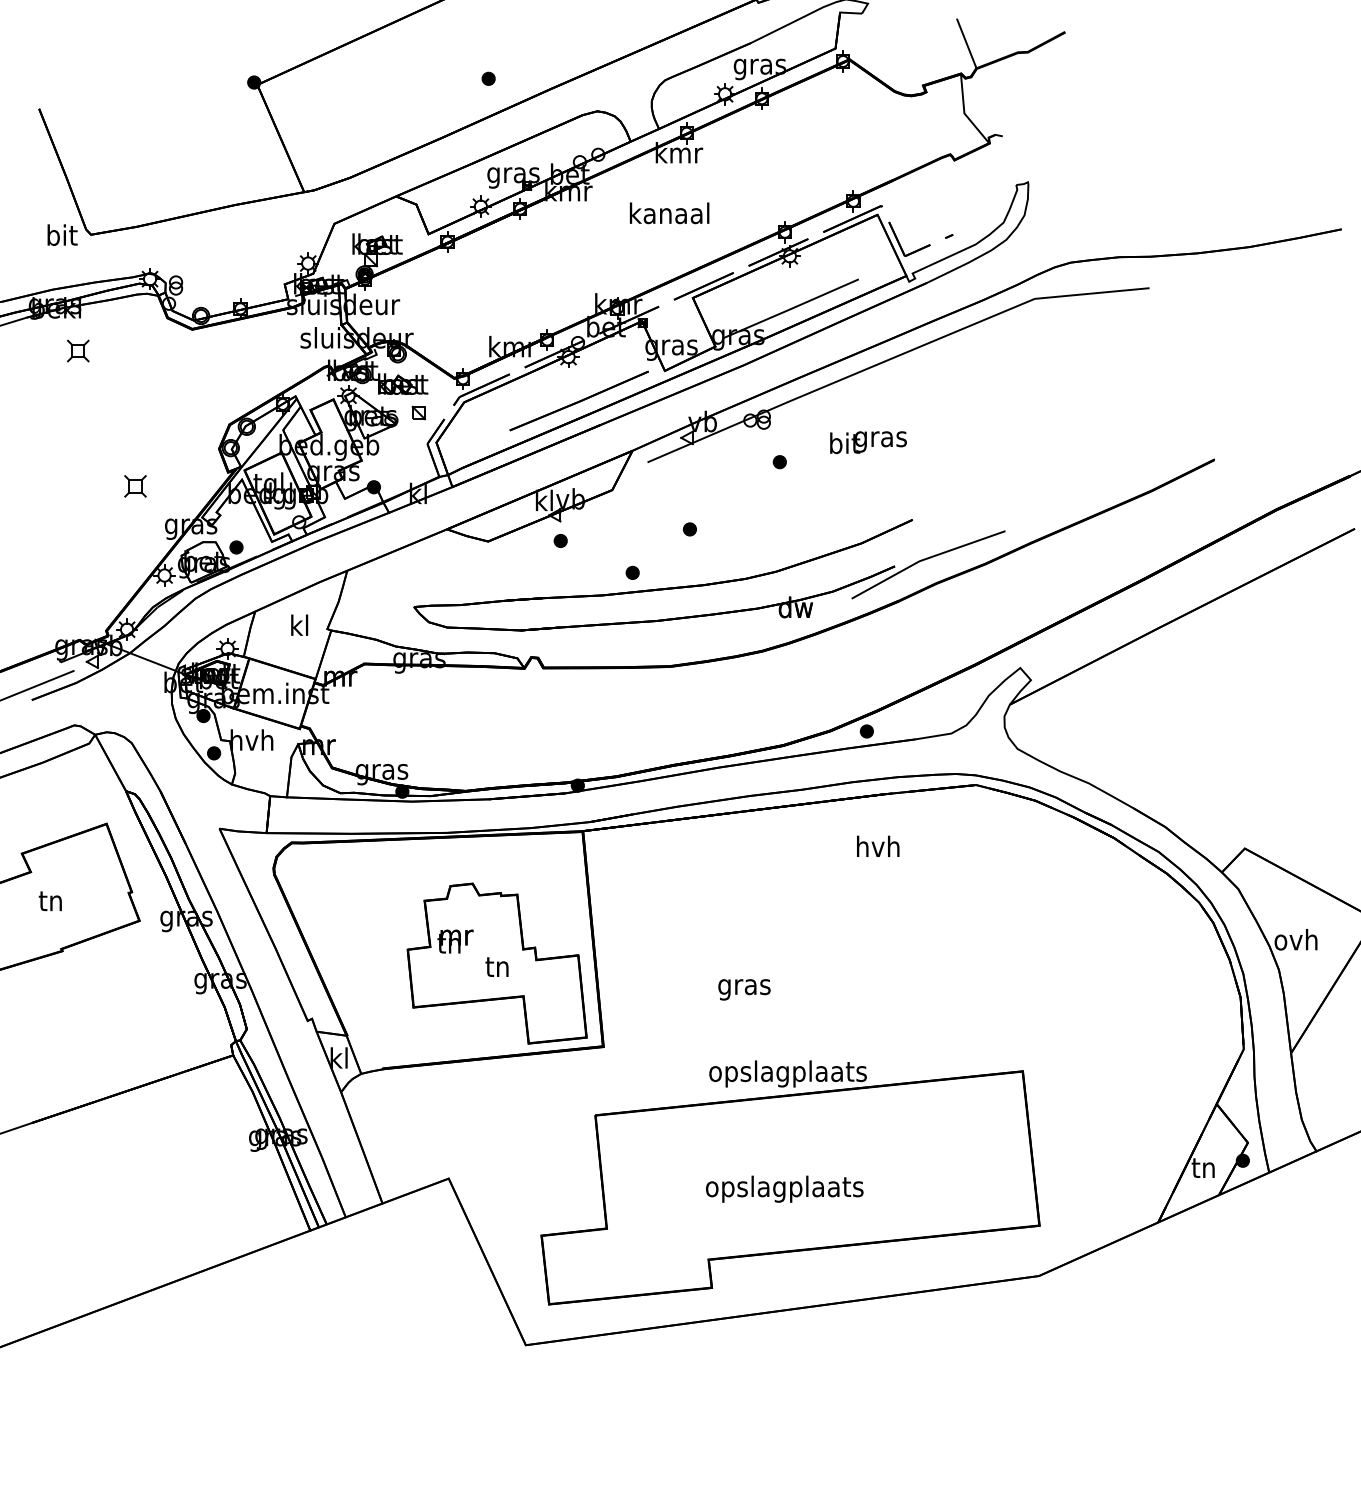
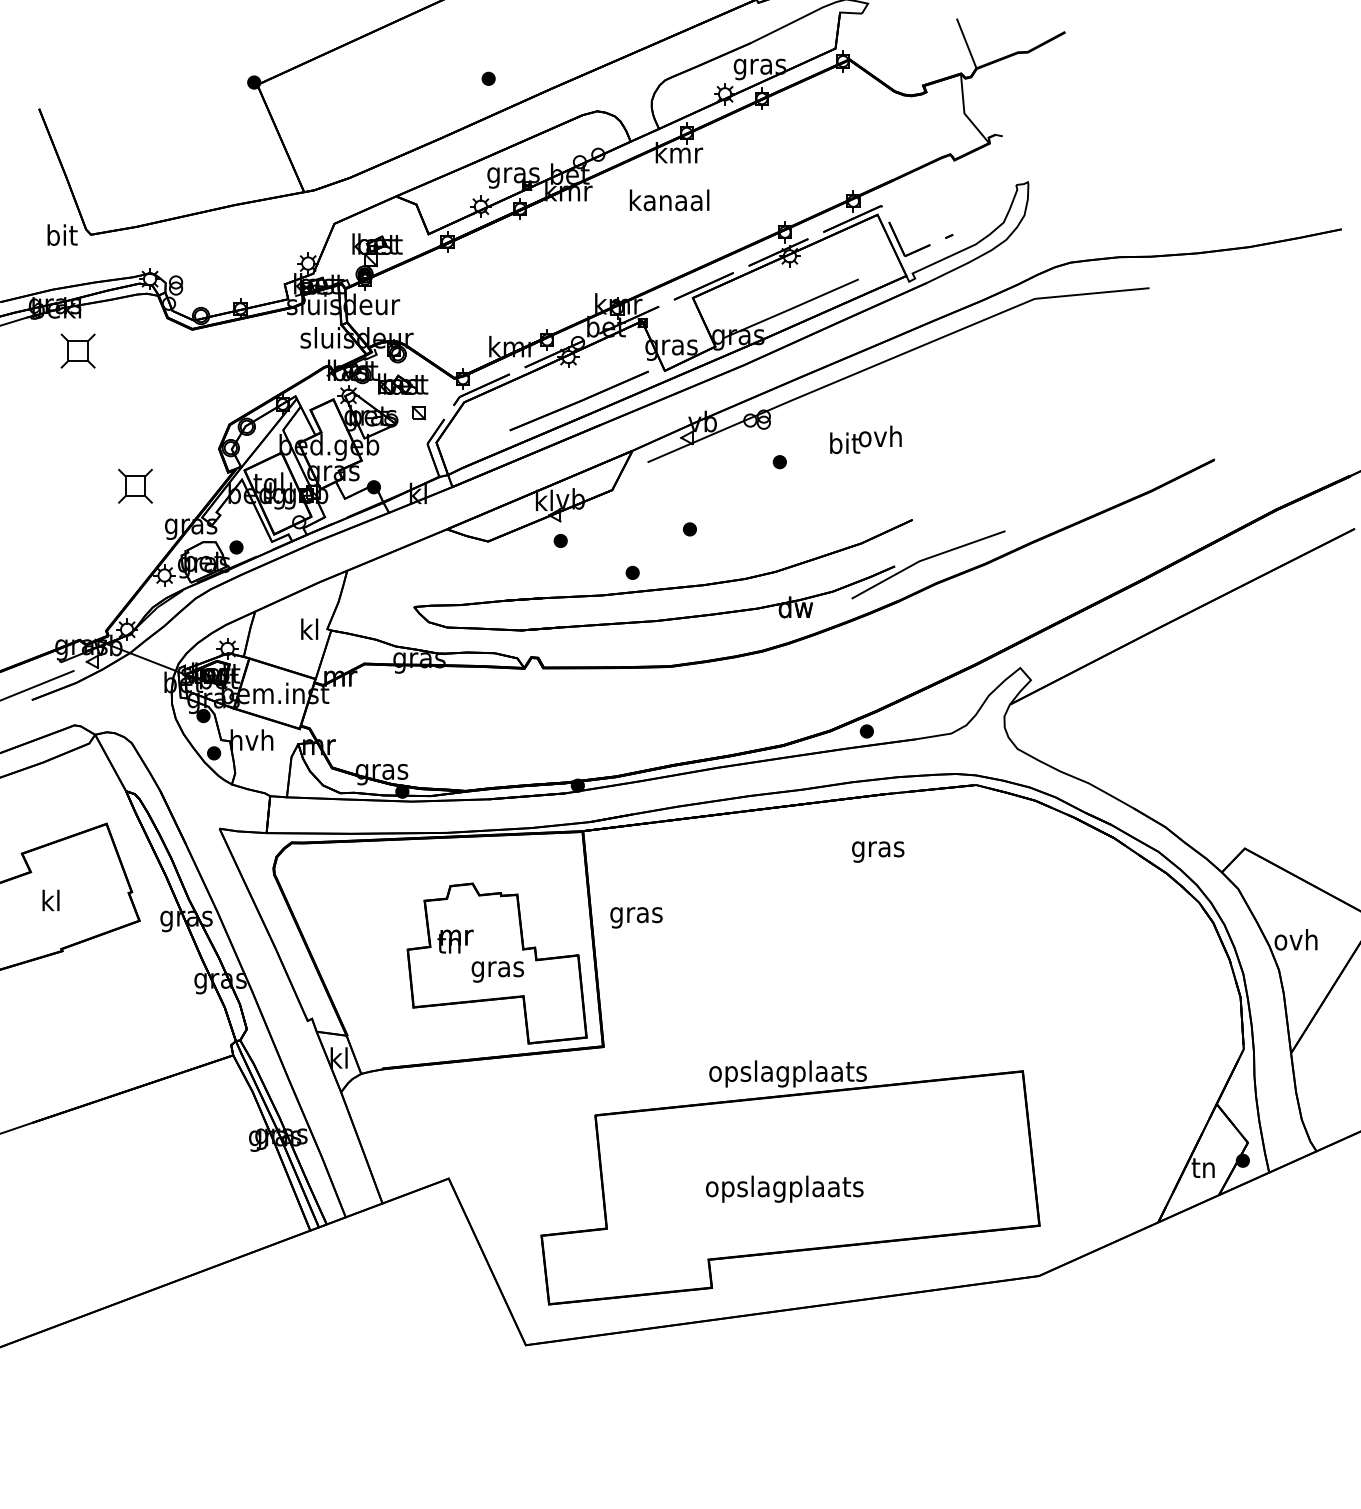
text at (669, 213) position: (669, 213) -> (669, 200)
part at (78, 350) size: 23x24 px -> 36x36 px
text at (880, 438): gras -> ovh
part at (135, 486) size: 23x23 px -> 35x36 px
text at (299, 624) position: (299, 624) -> (309, 628)
text at (878, 848): hvh -> gras
text at (49, 900): tn -> kl
text at (497, 969): tn -> gras
text at (744, 989) position: (744, 989) -> (636, 917)
